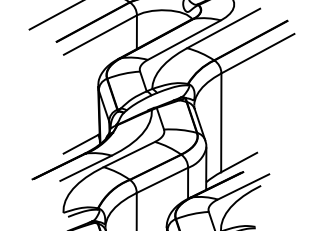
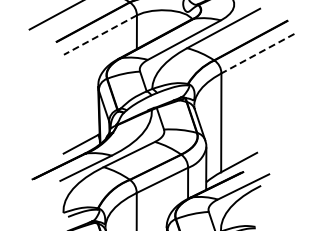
line at (100, 35): solid -> dashed
line at (257, 53): solid -> dashed
